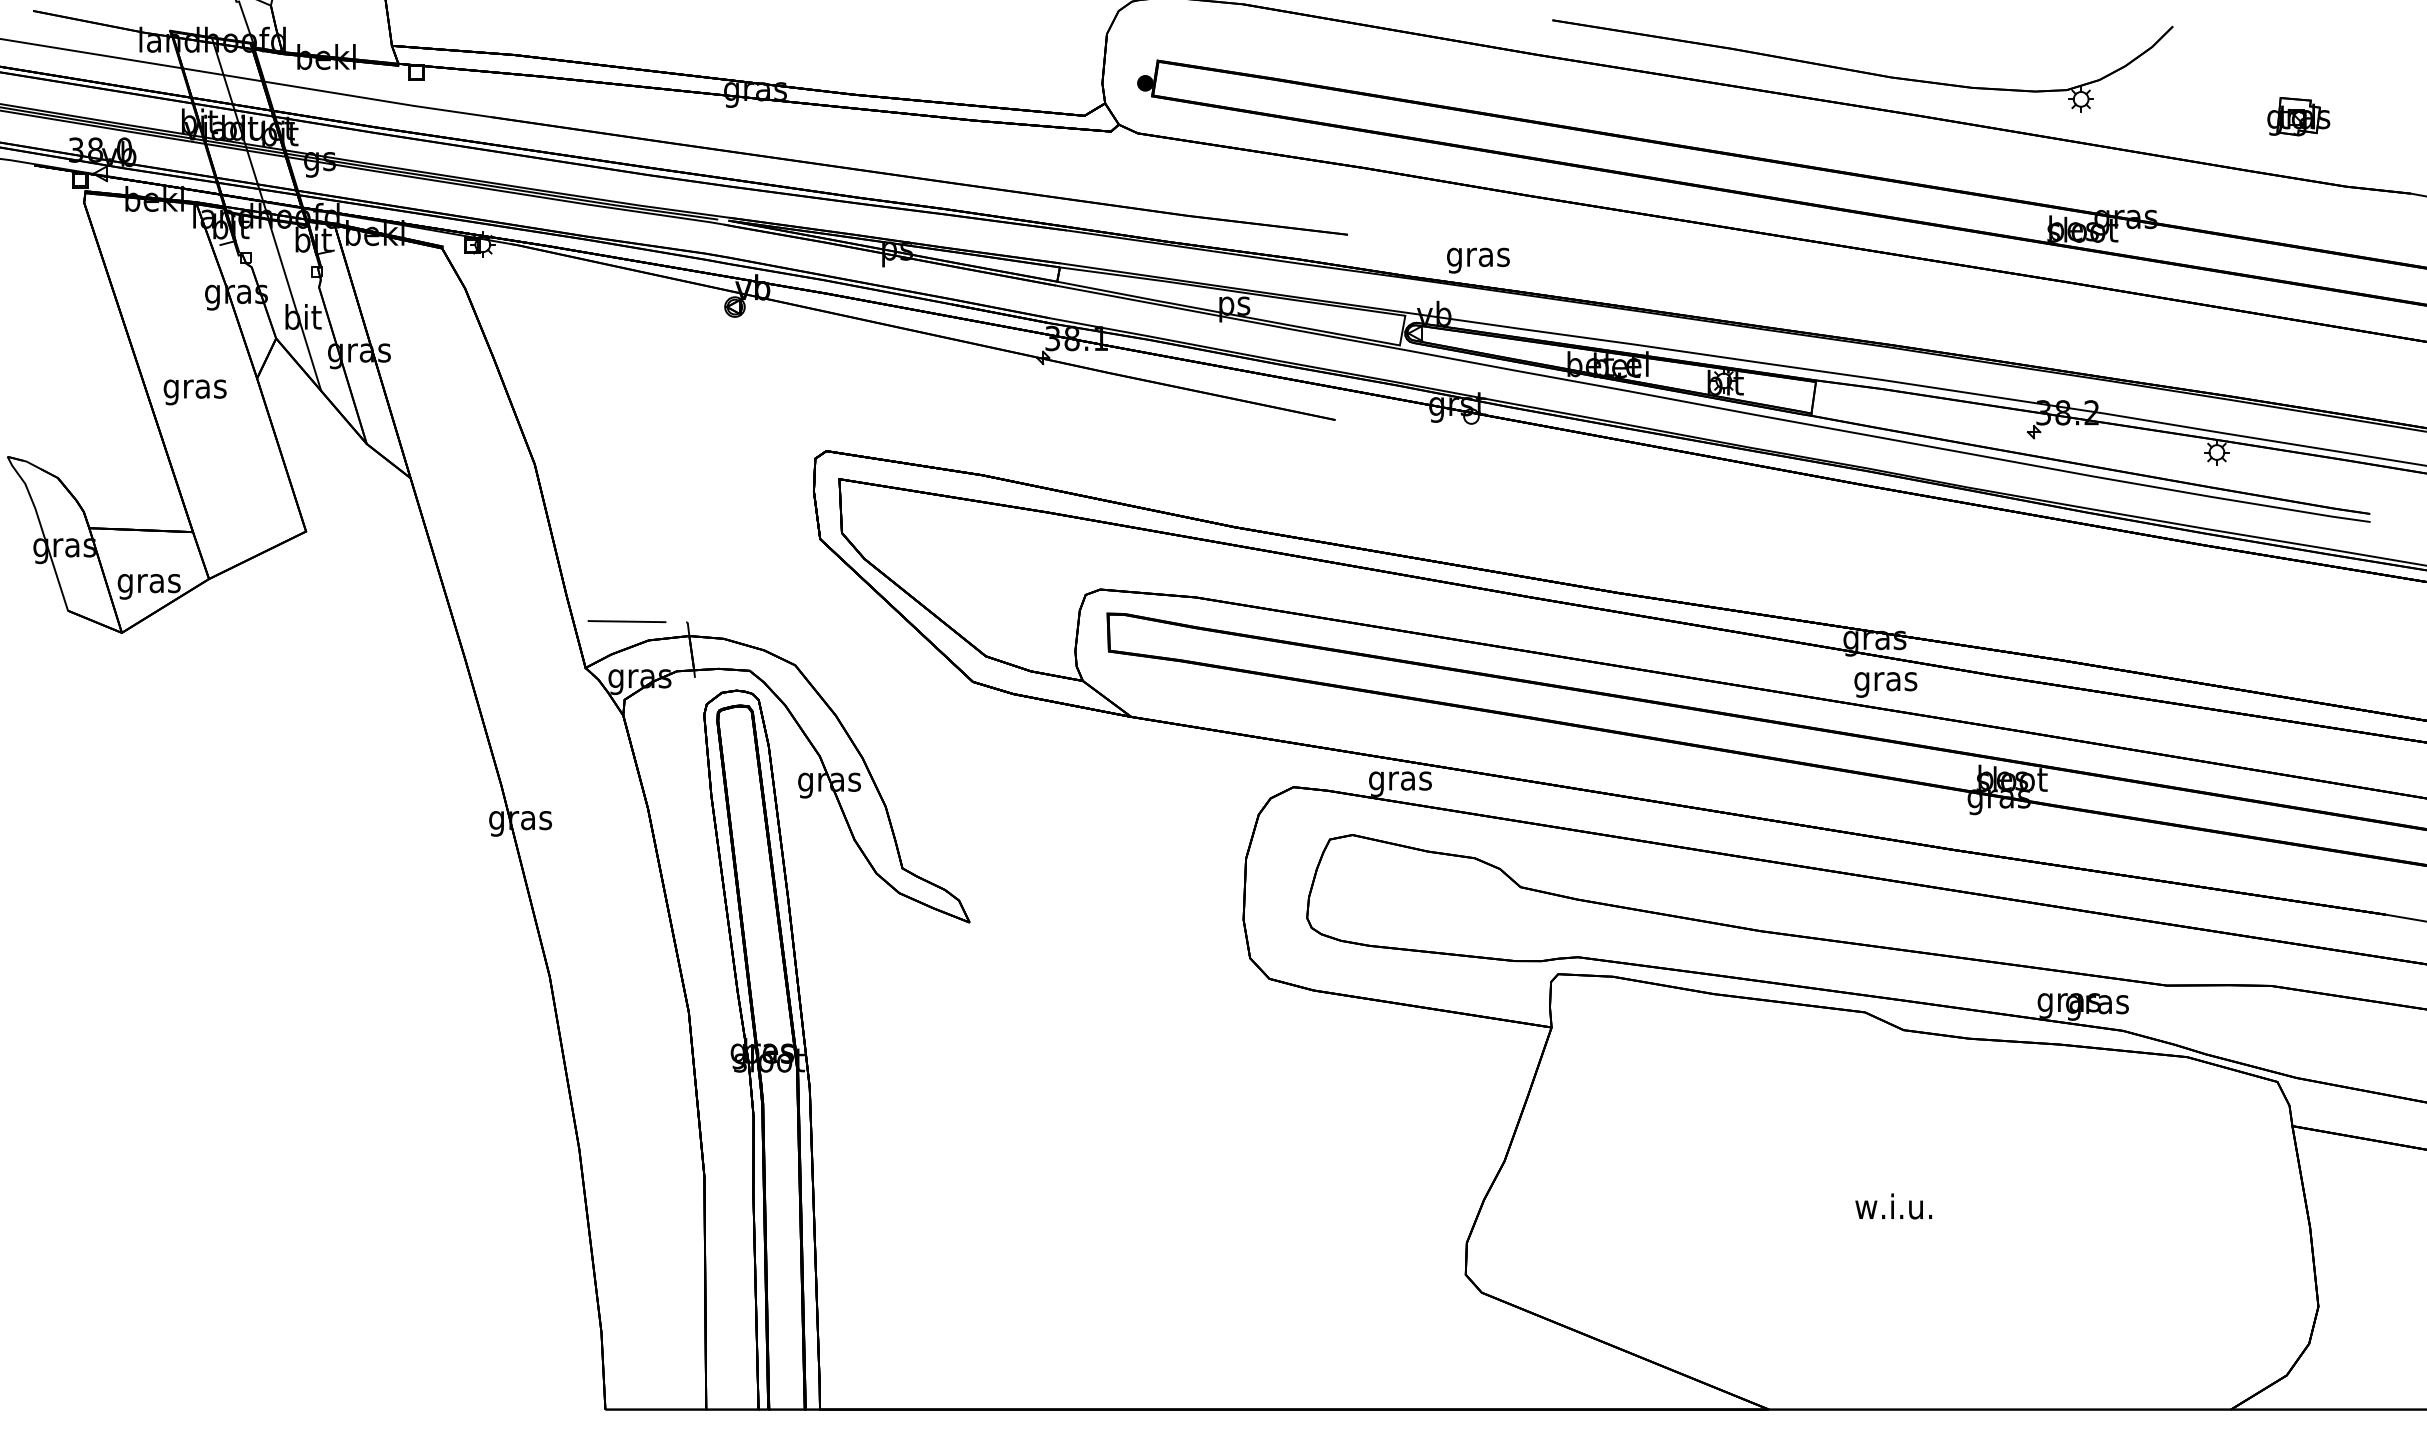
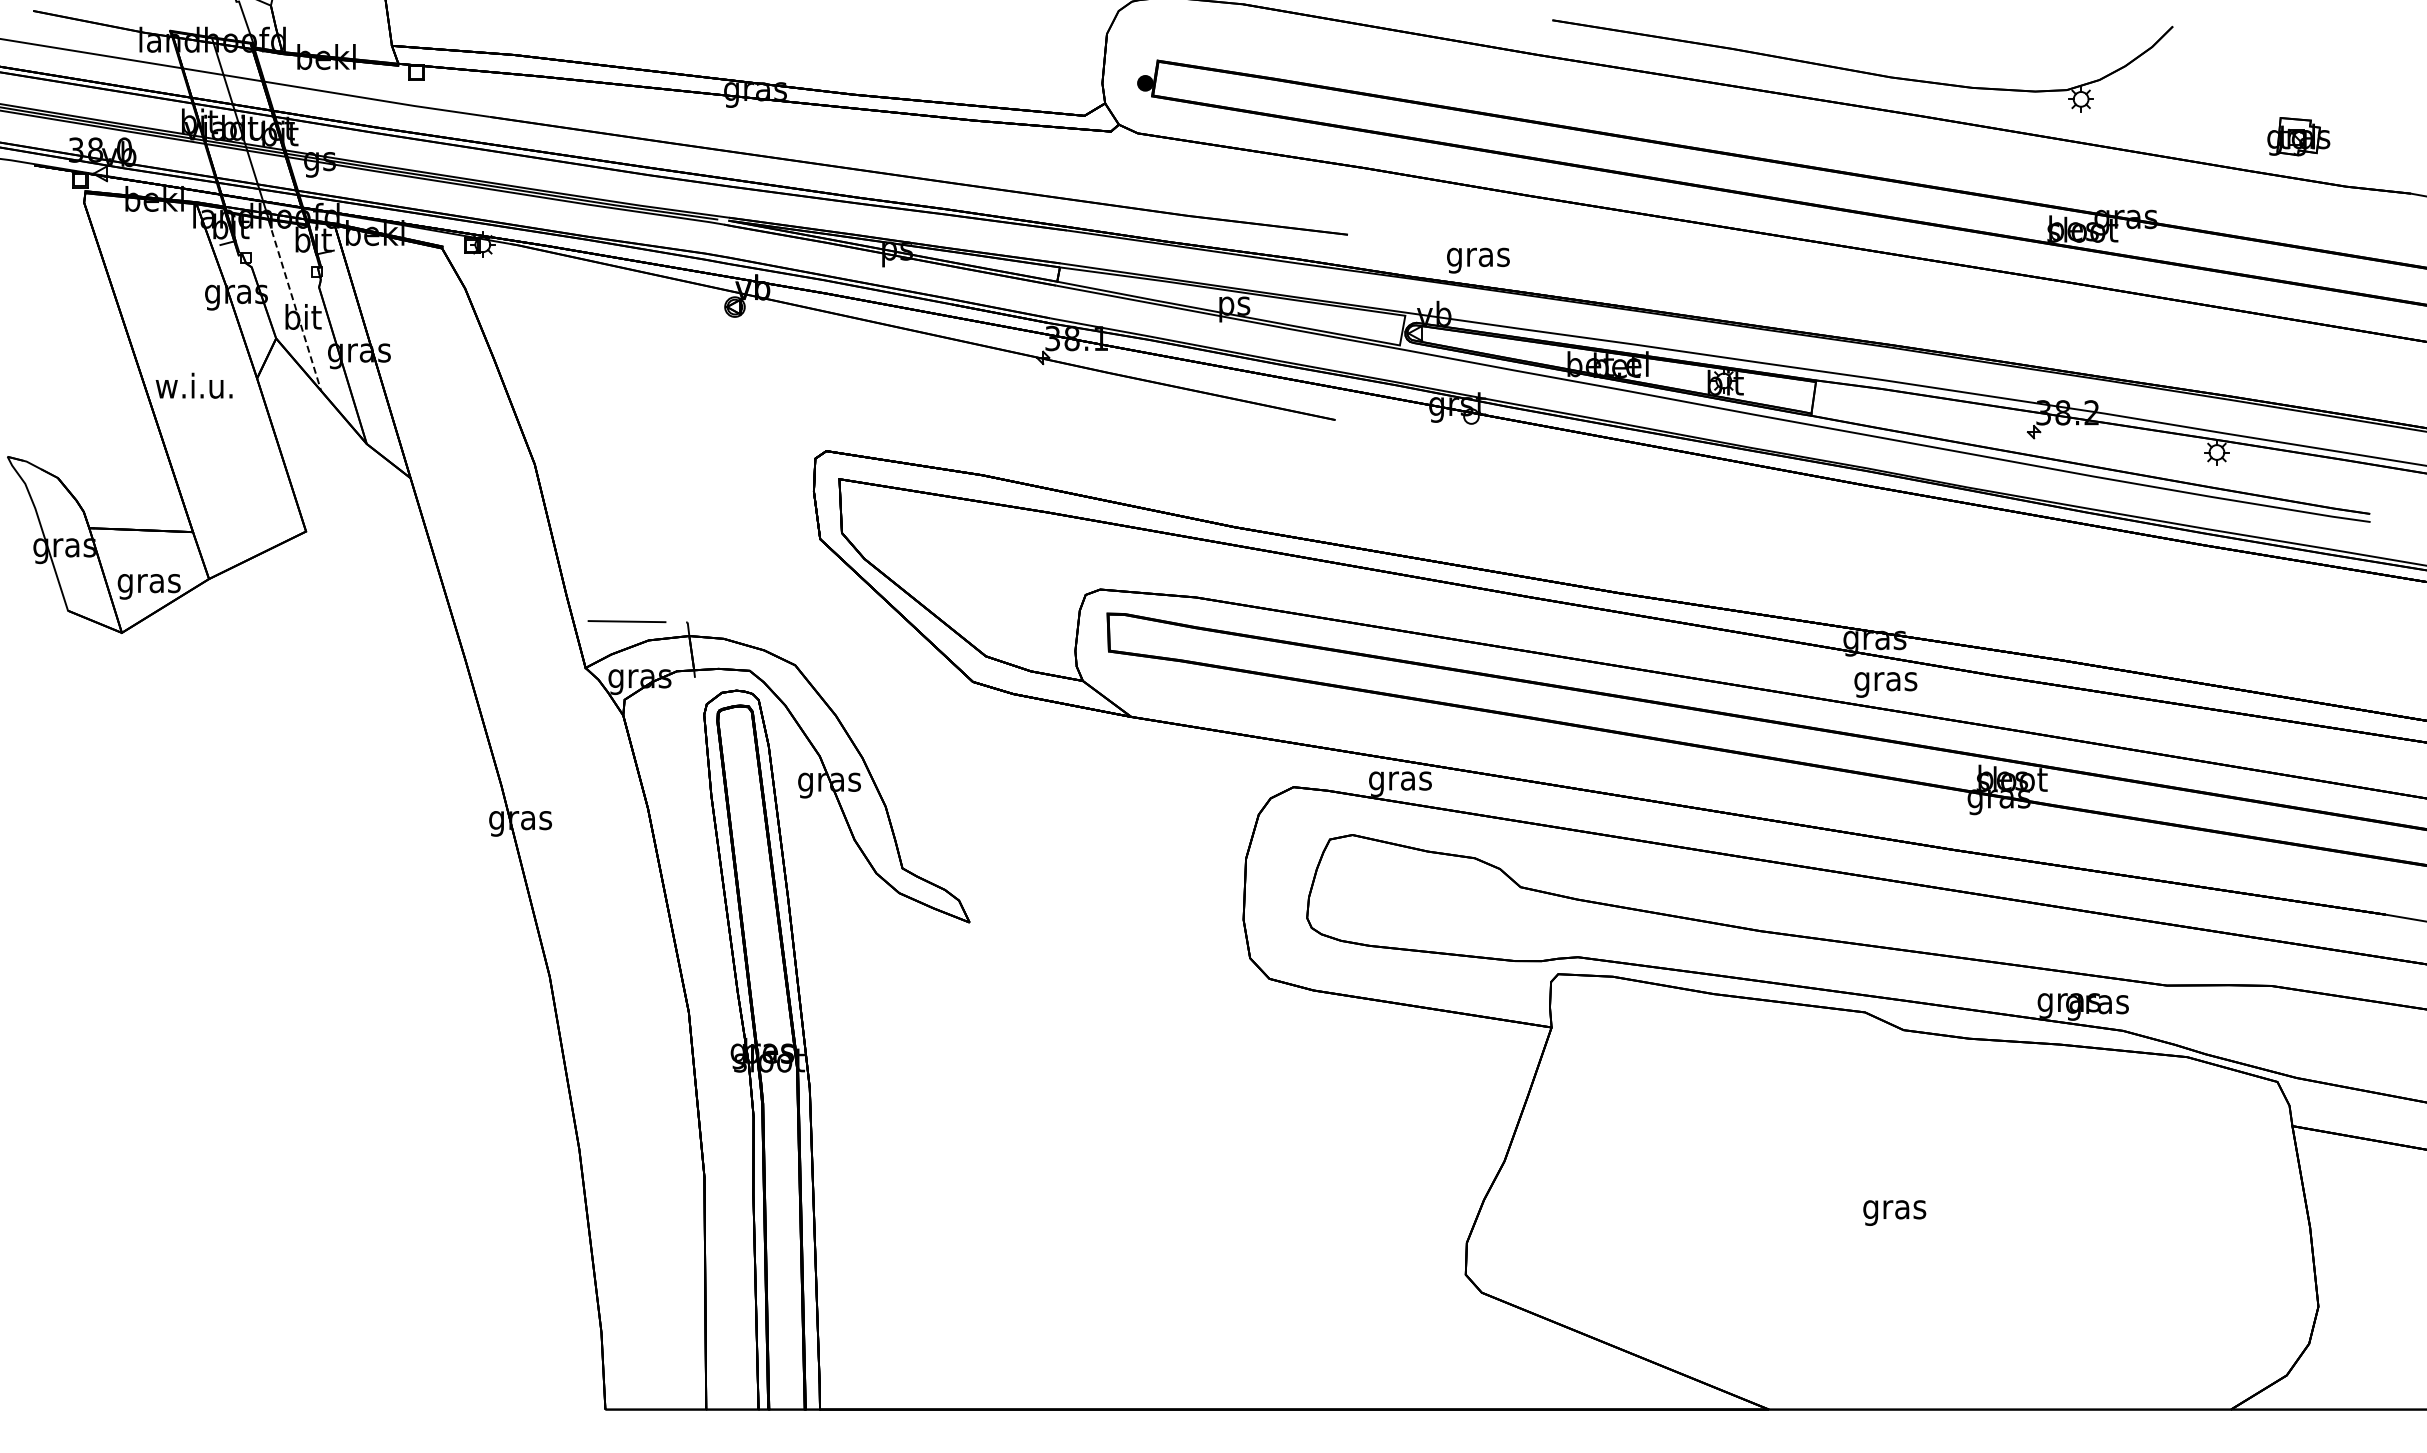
part at (2298, 116) position: (2298, 116) -> (2298, 136)
line at (294, 305): solid -> dashed
text at (193, 388): gras -> w.i.u.
text at (1893, 1209): w.i.u. -> gras
